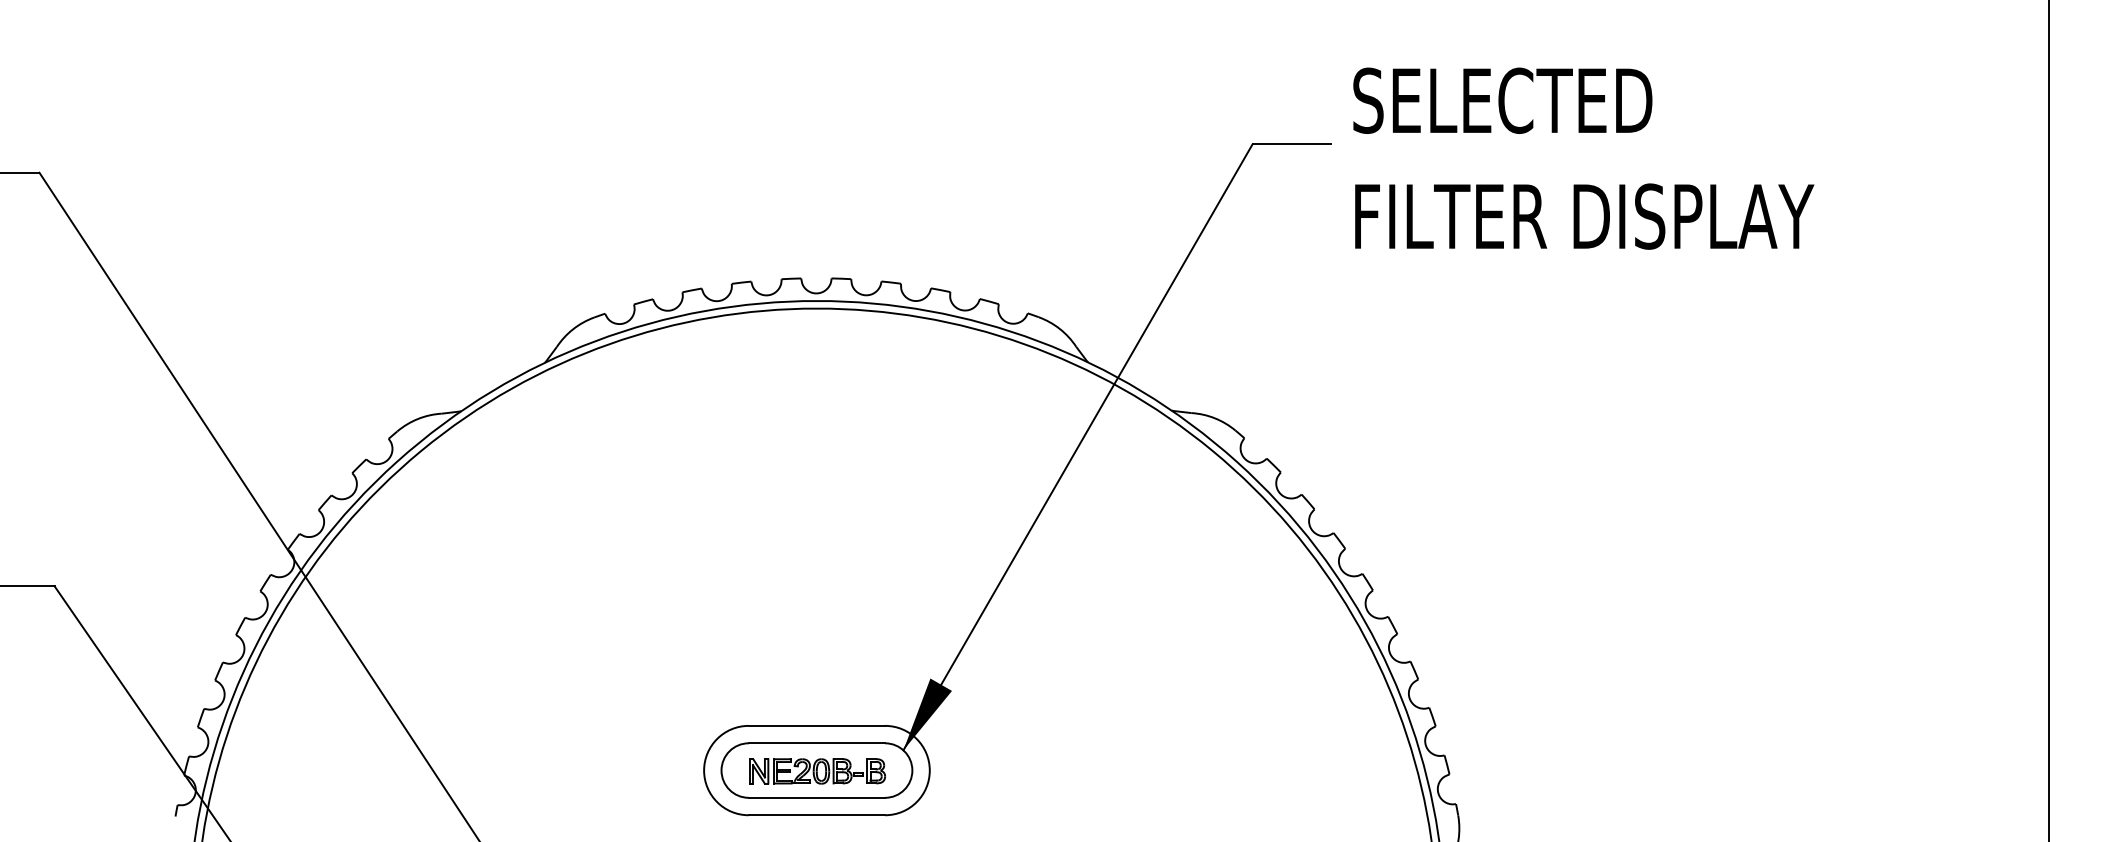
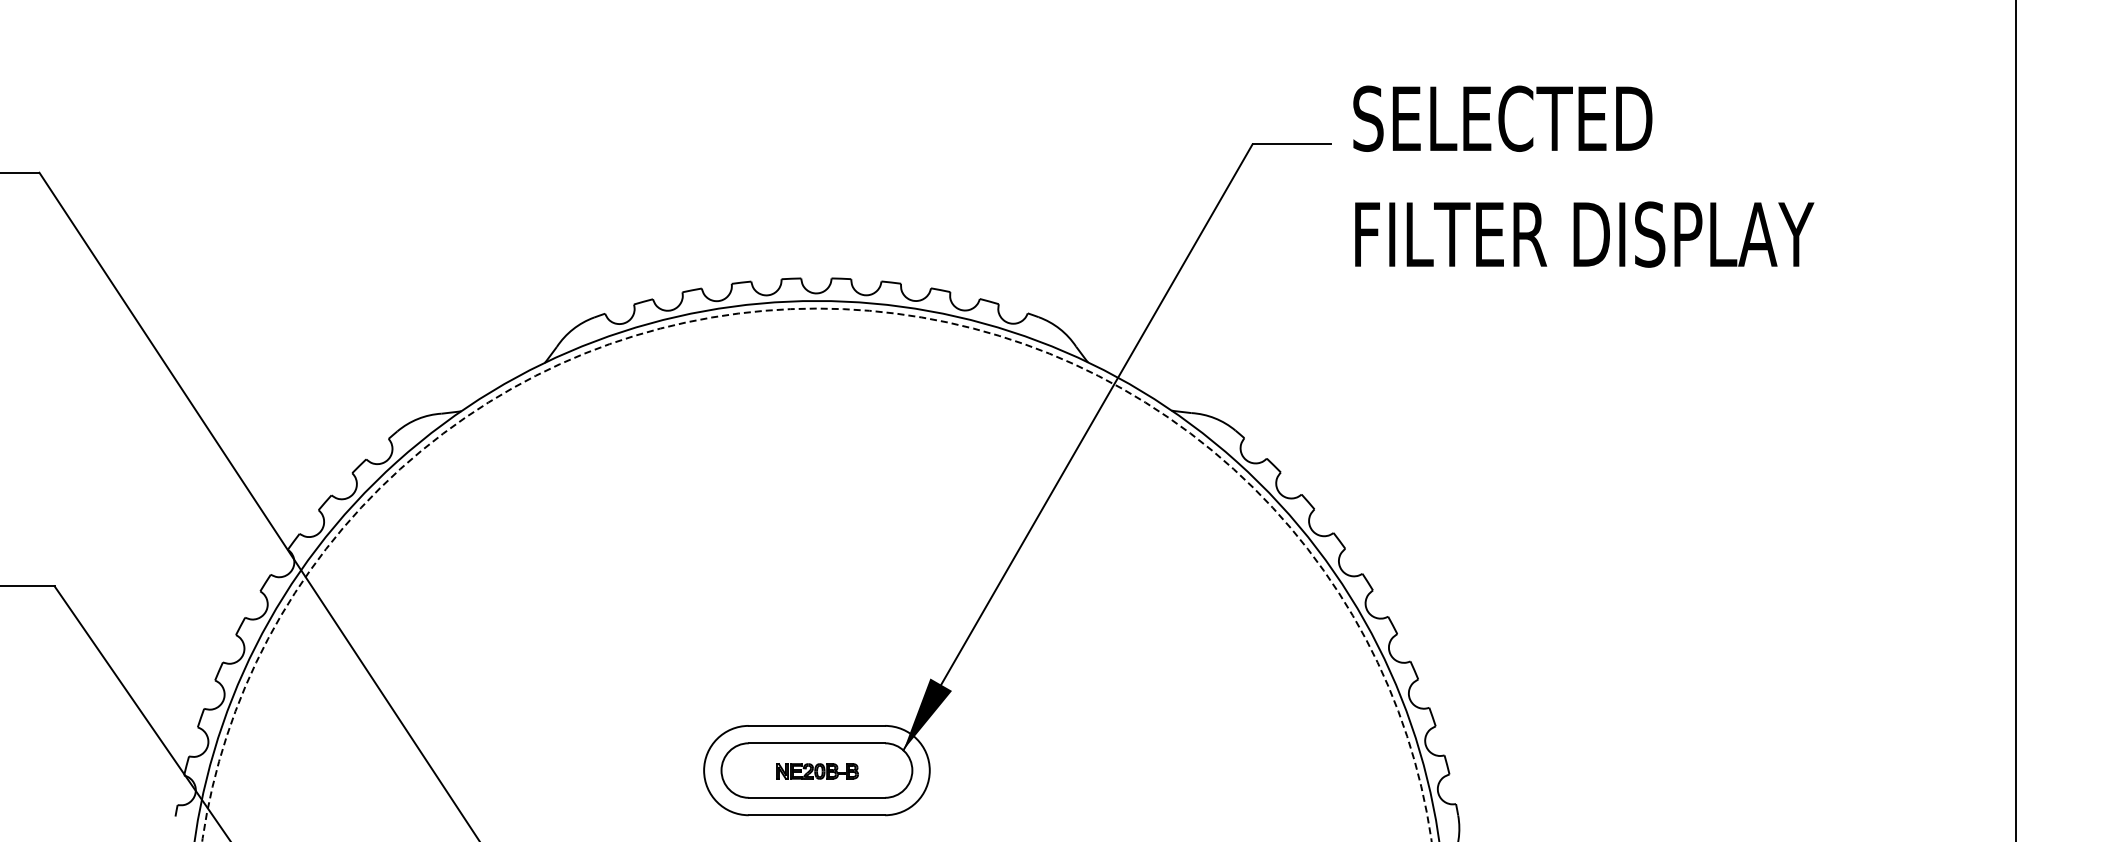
text at (1583, 158) position: (1583, 158) -> (1583, 176)
arc at (816, 308): solid -> dashed
line at (2048, 420) position: (2048, 420) -> (2015, 420)
part at (817, 771) size: 137x27 px -> 83x17 px
